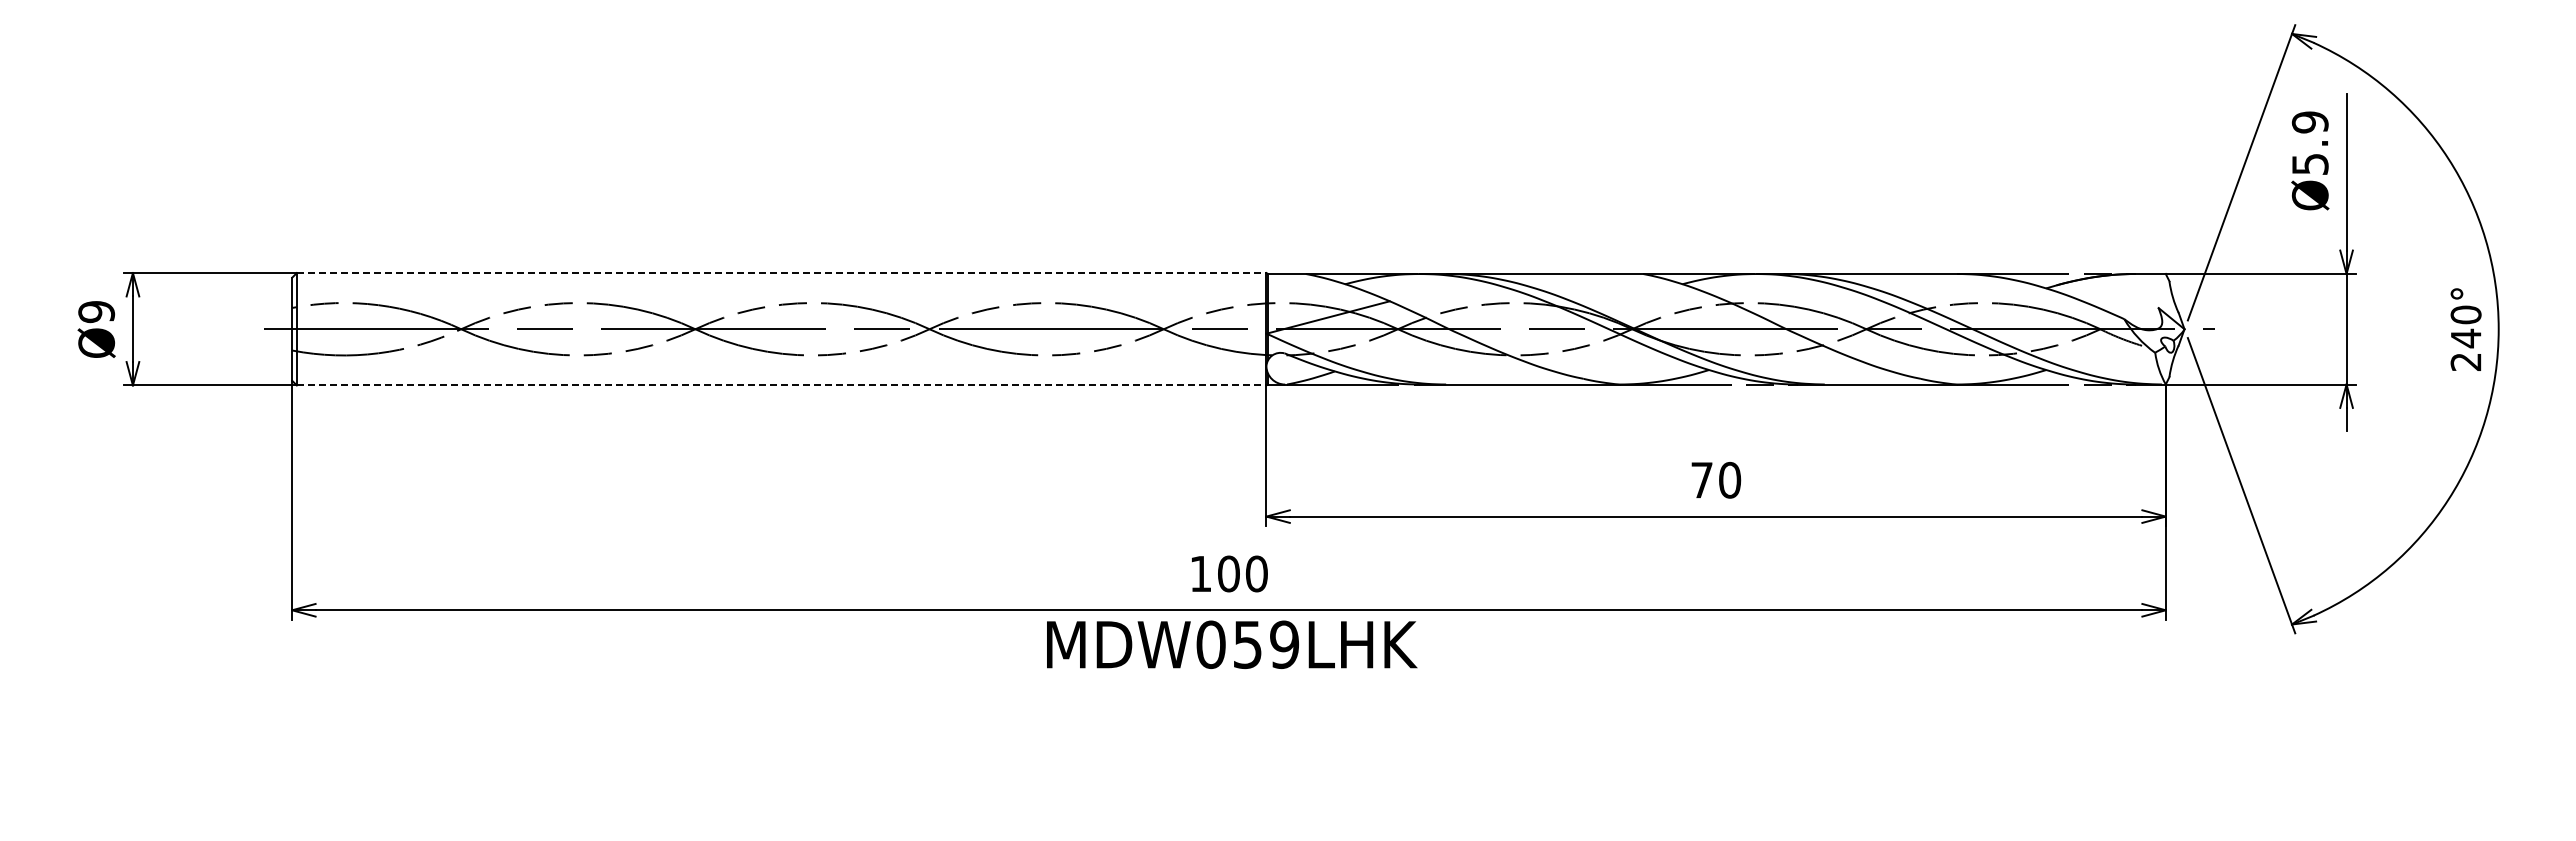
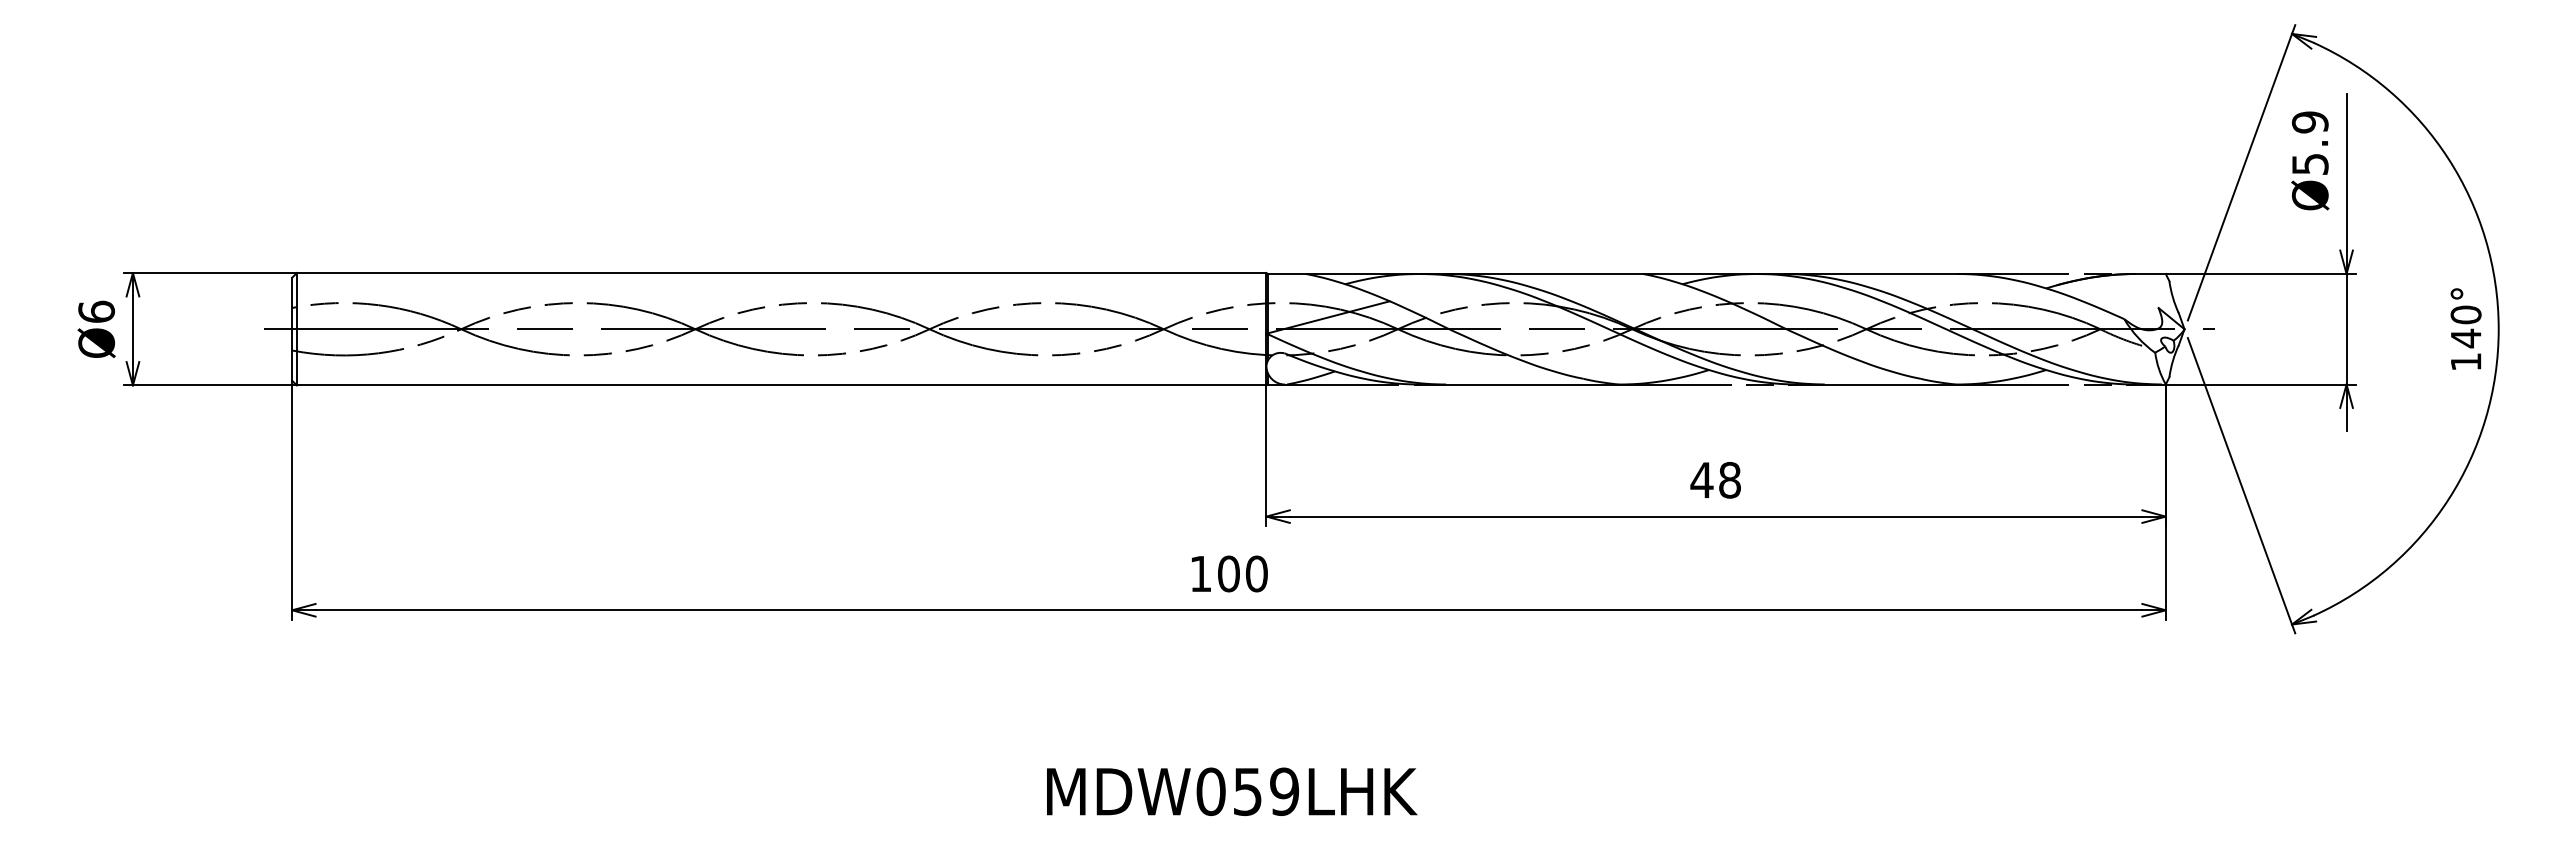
line at (781, 273): dashed -> solid
text at (96, 311): Ø9 -> Ø6
text at (2465, 361): 240° -> 140°
line at (781, 385): dashed -> solid
text at (1715, 480): 70 -> 48
text at (1232, 644) position: (1232, 644) -> (1232, 791)
